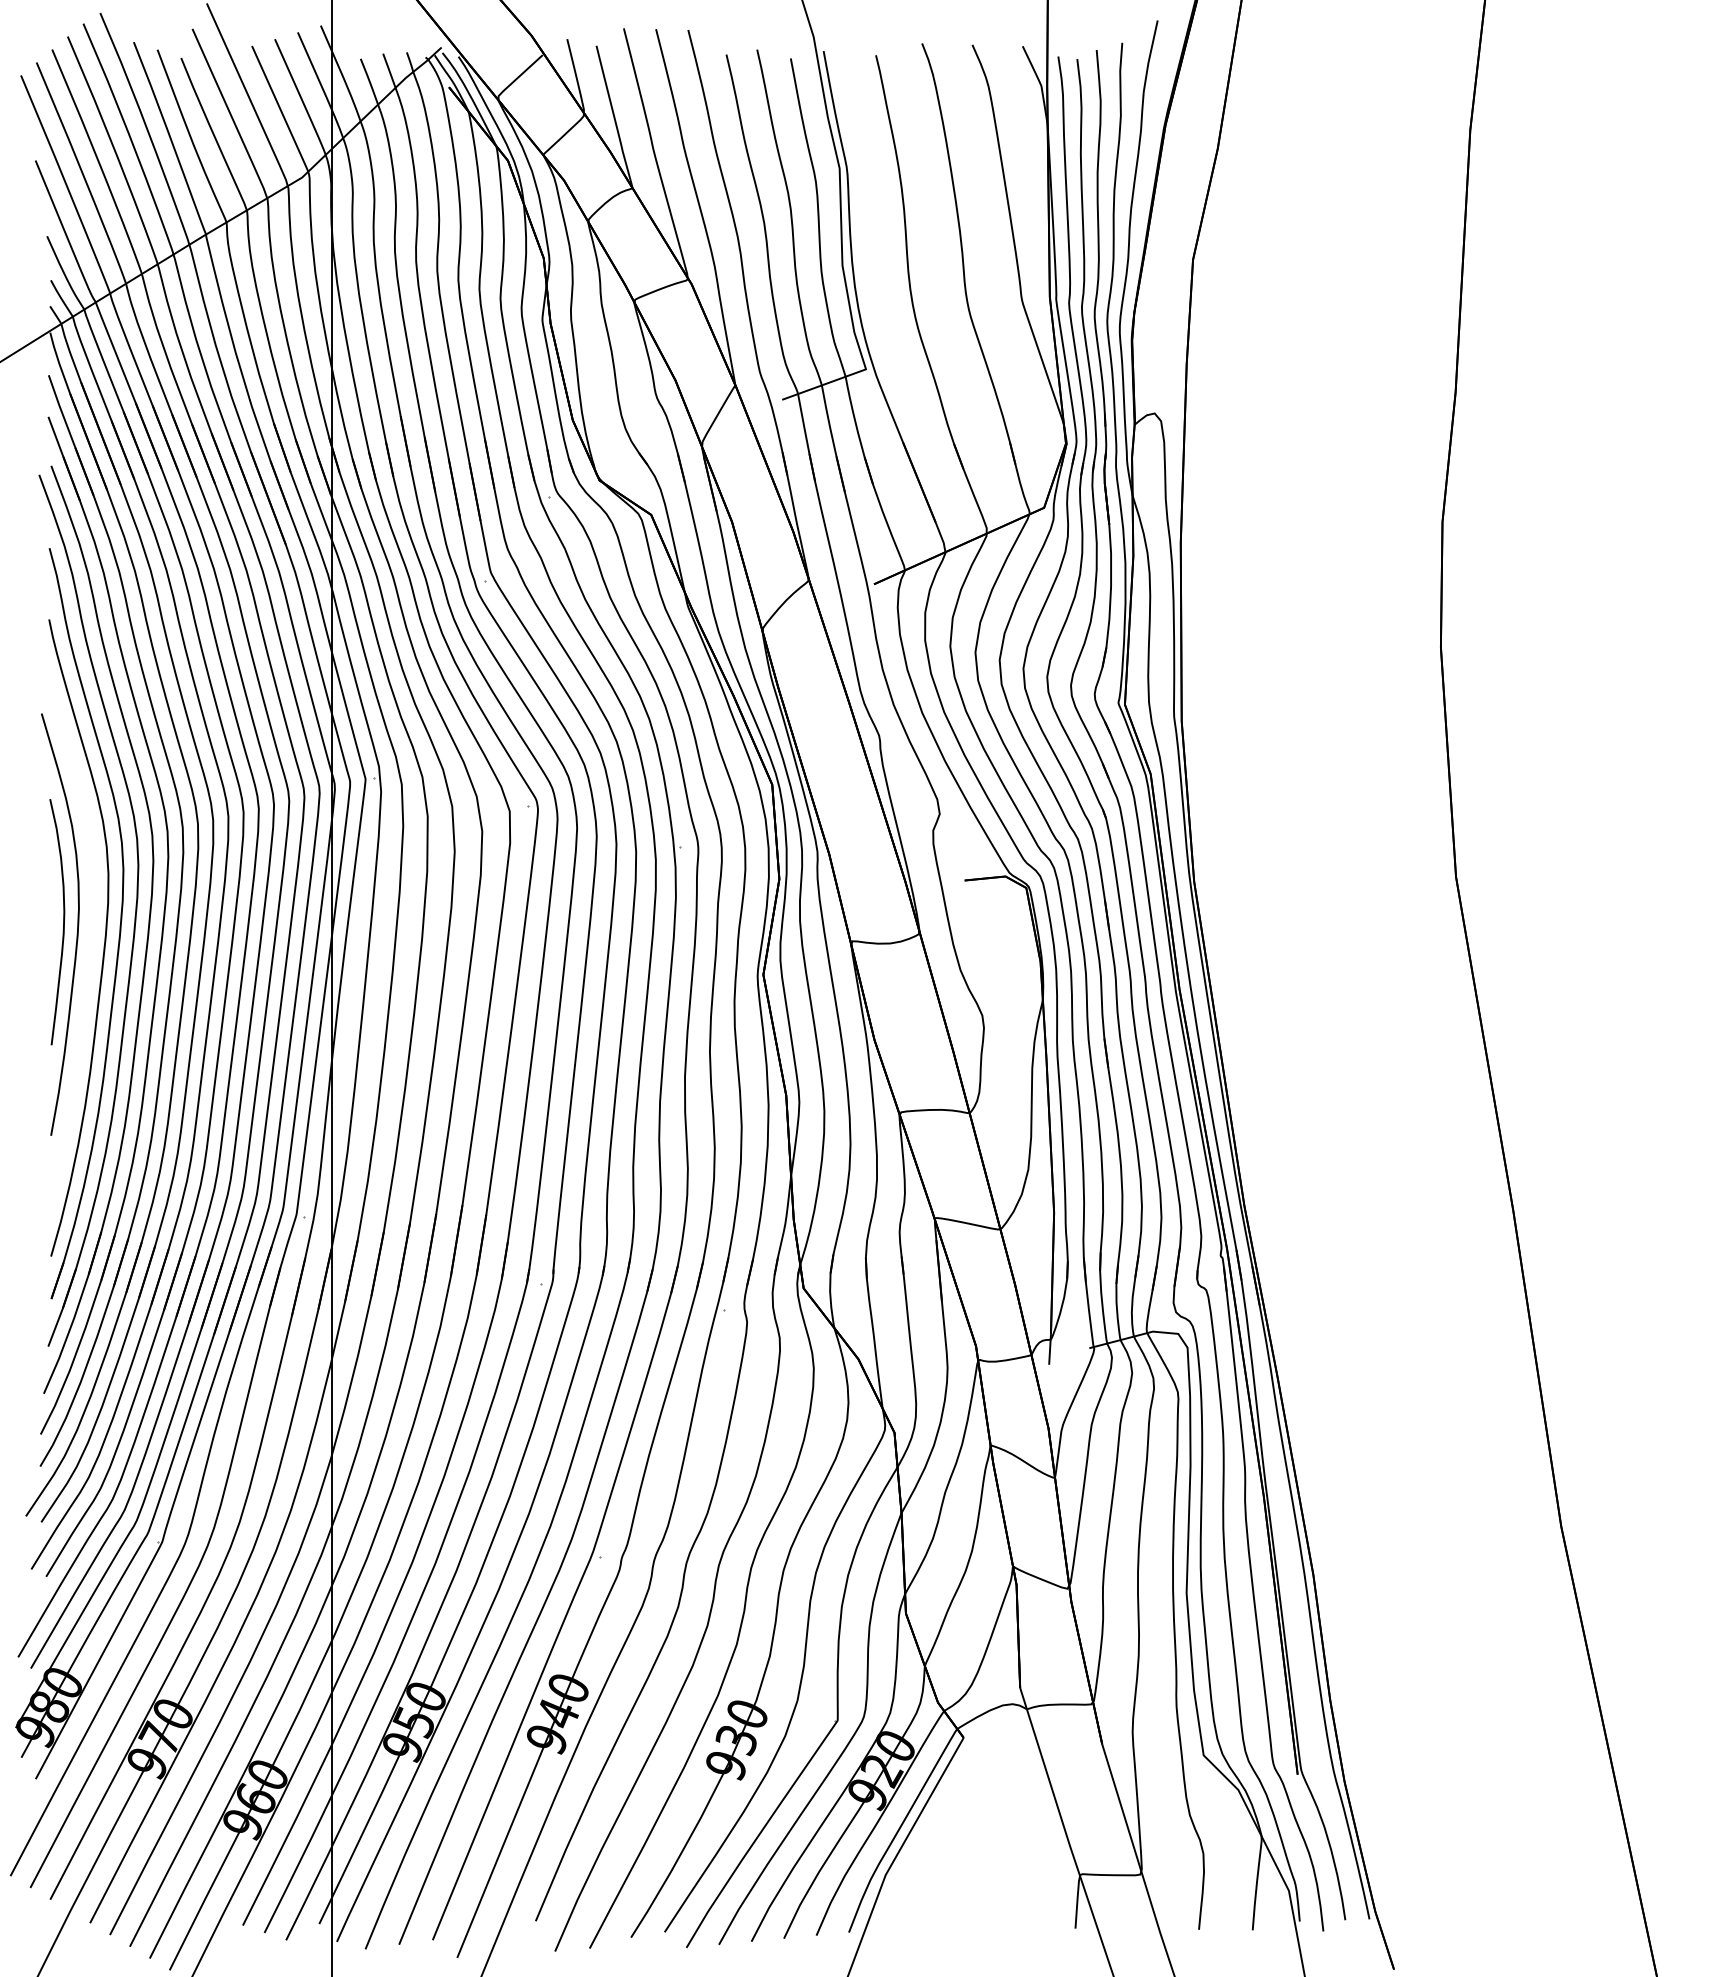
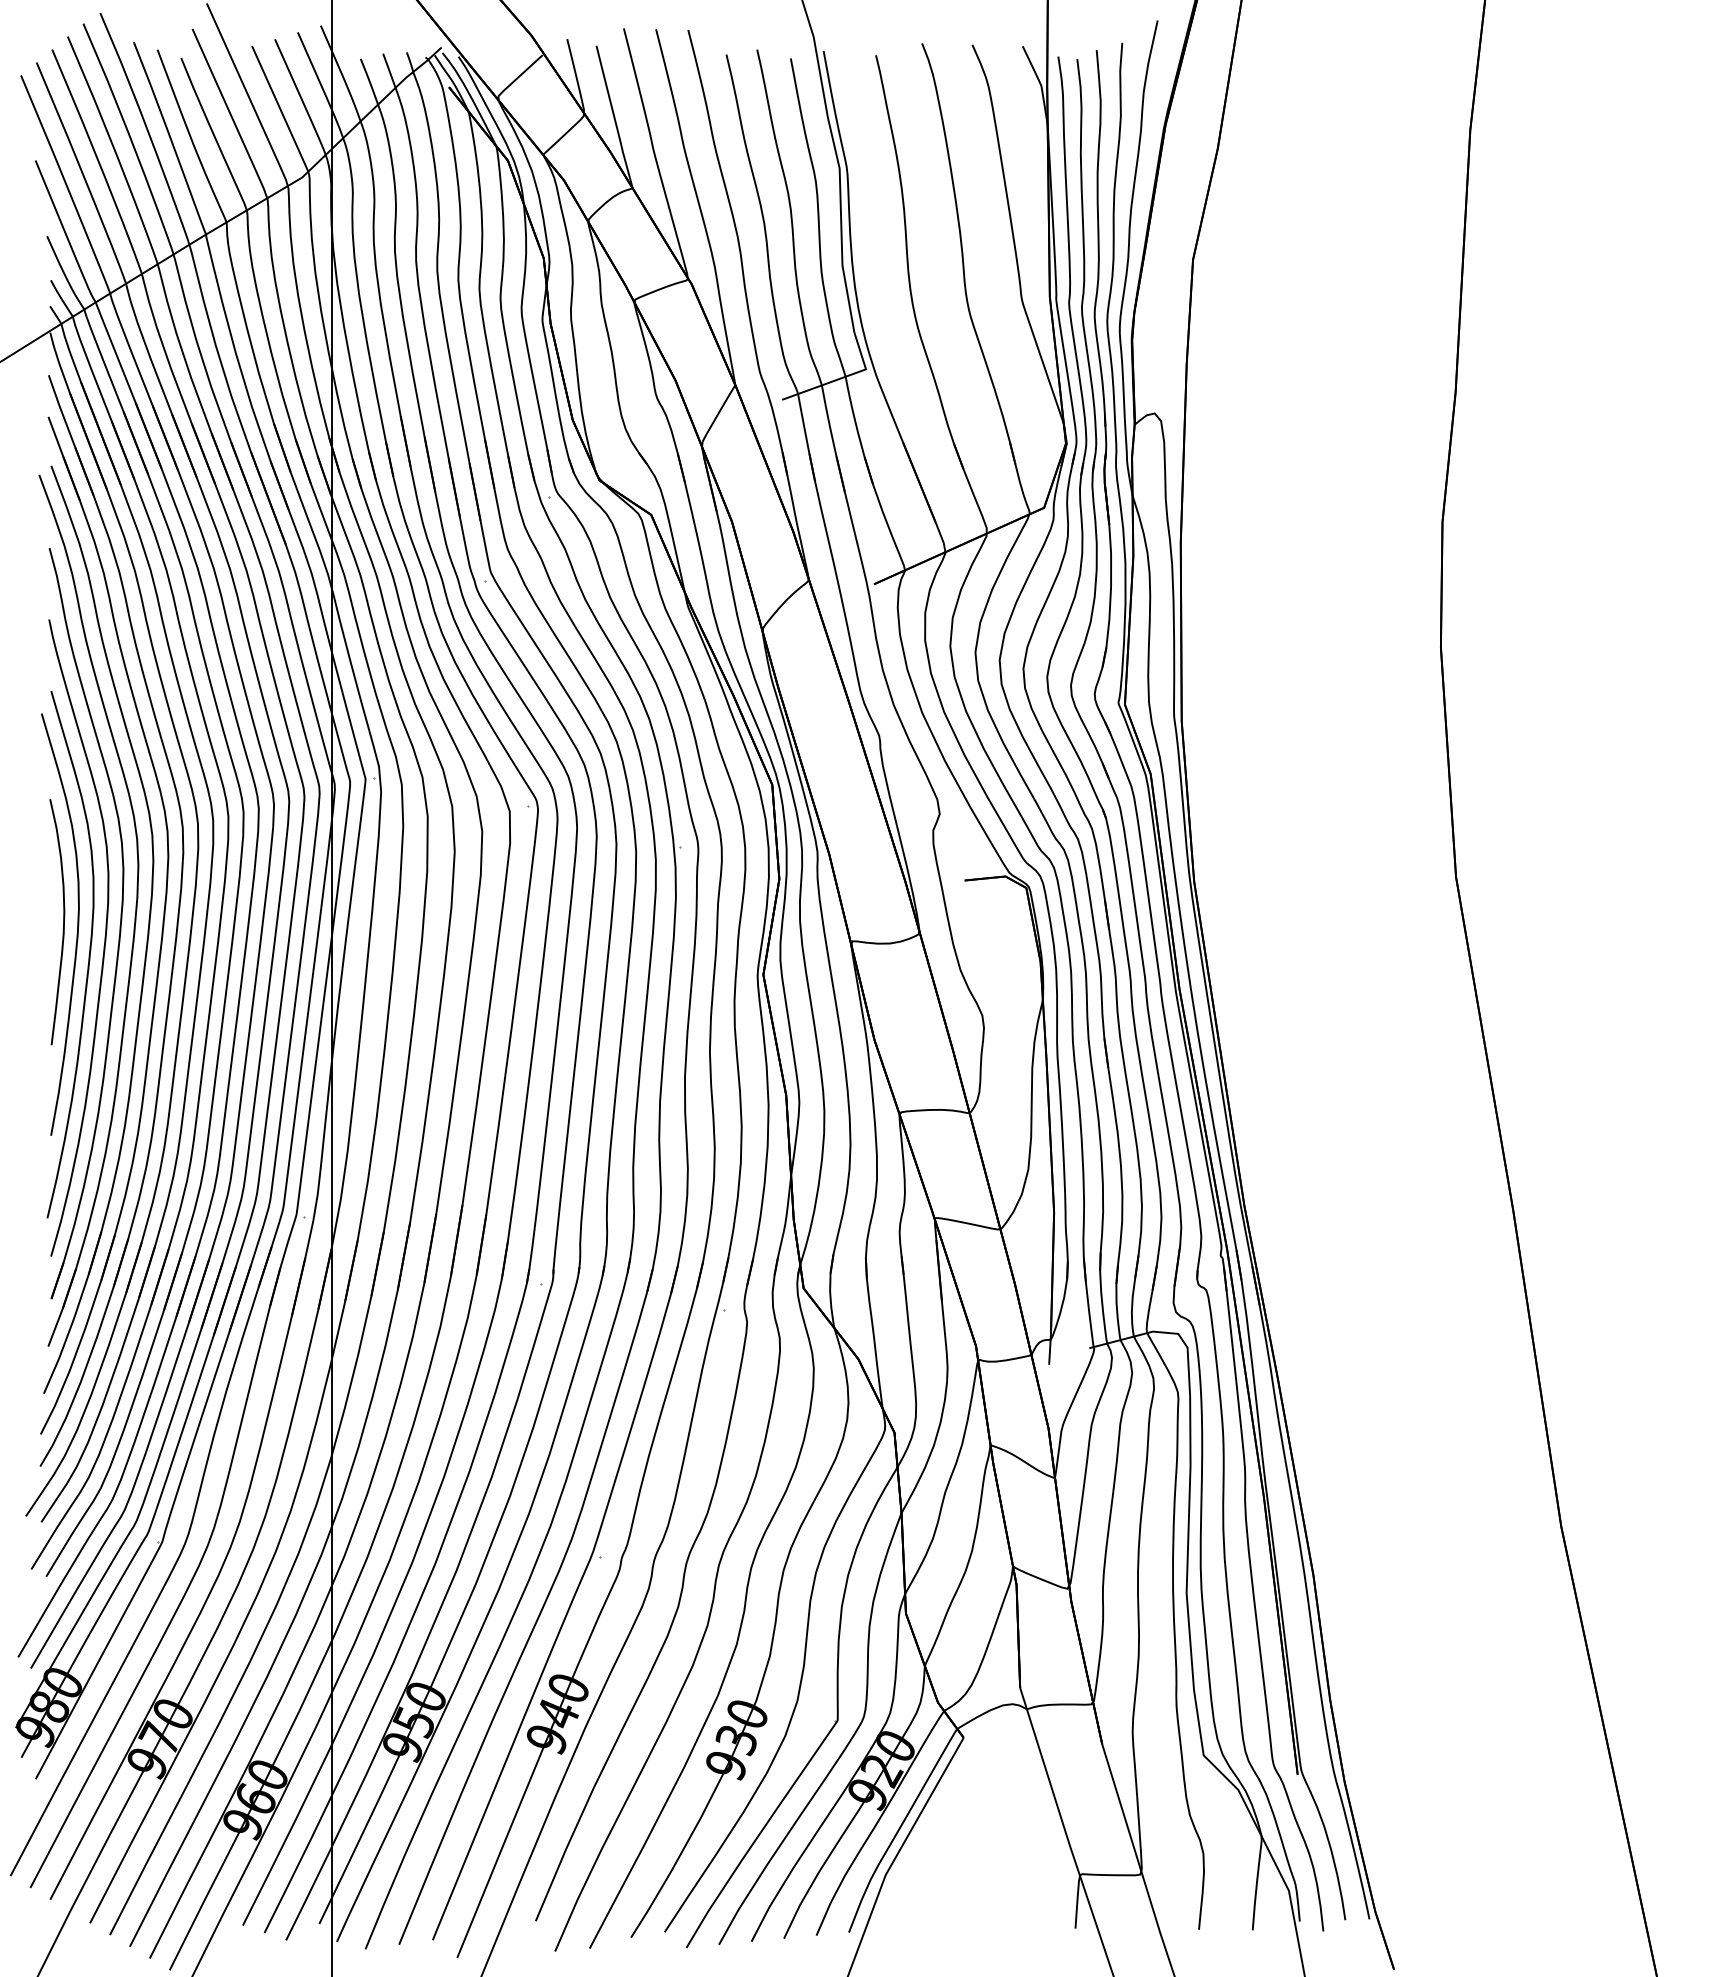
curve at (88, 955): none -> present
